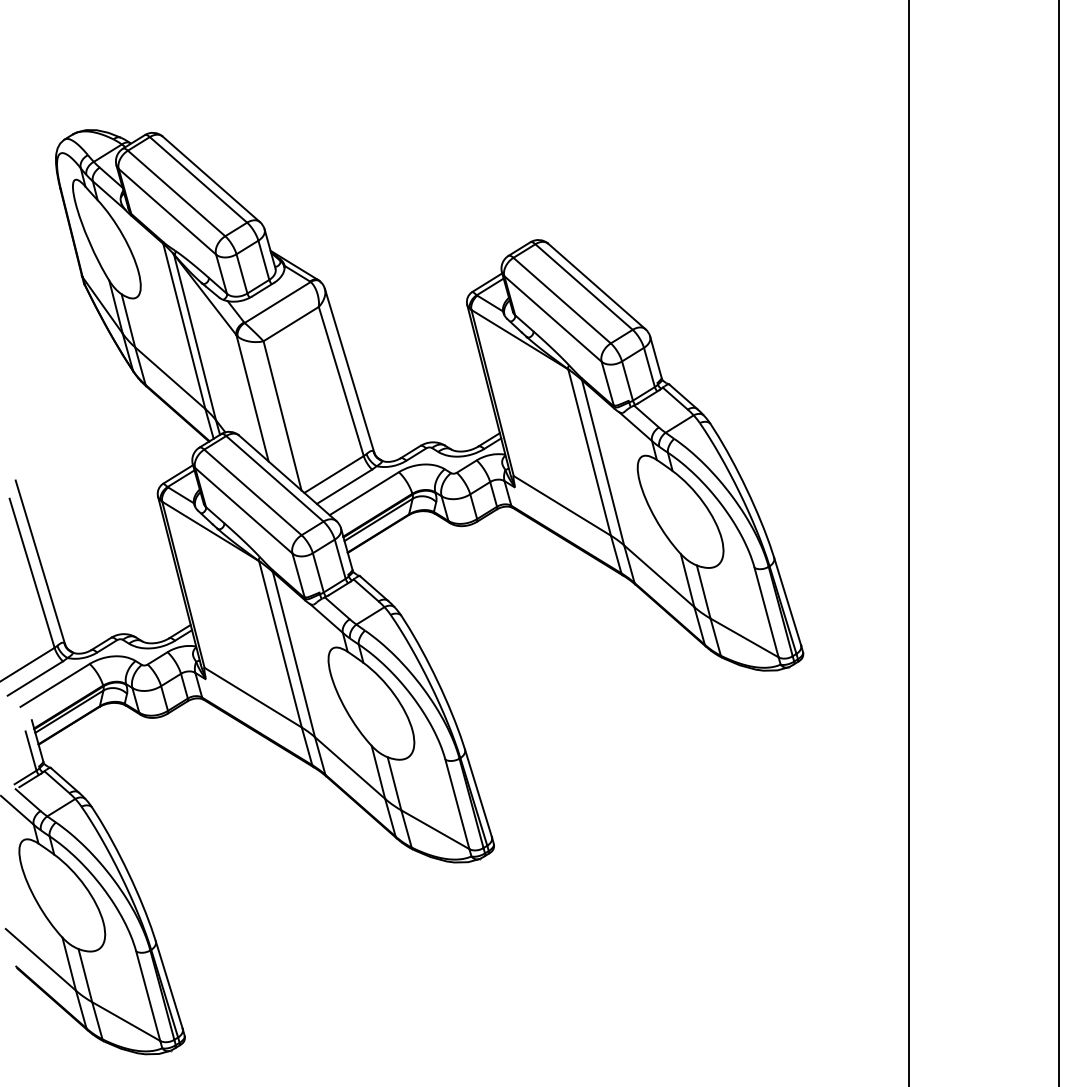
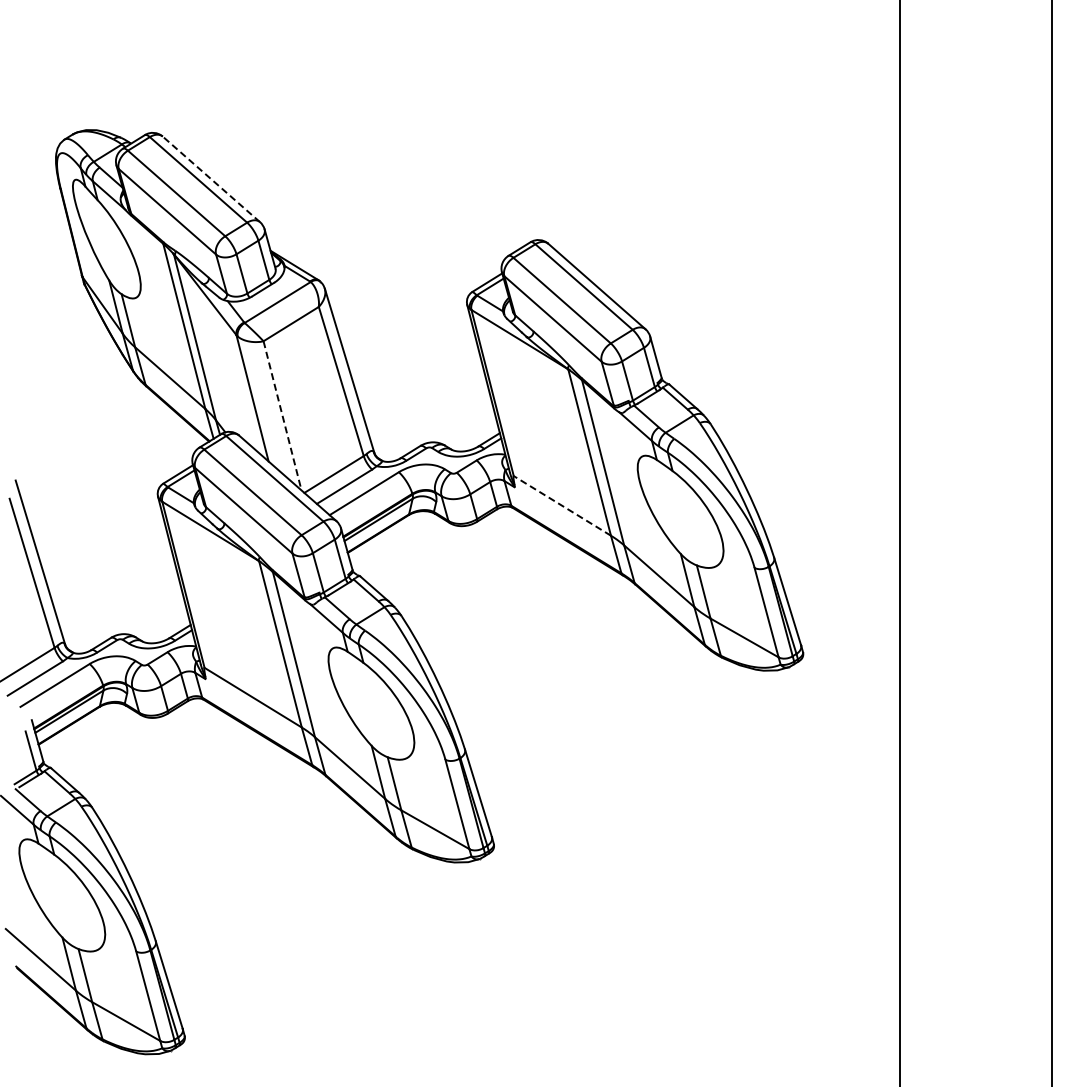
line at (211, 179): solid -> dashed
line at (282, 415): solid -> dashed
line at (561, 505): solid -> dashed
line at (909, 542) position: (909, 542) -> (900, 542)
line at (1059, 542) position: (1059, 542) -> (1052, 542)
